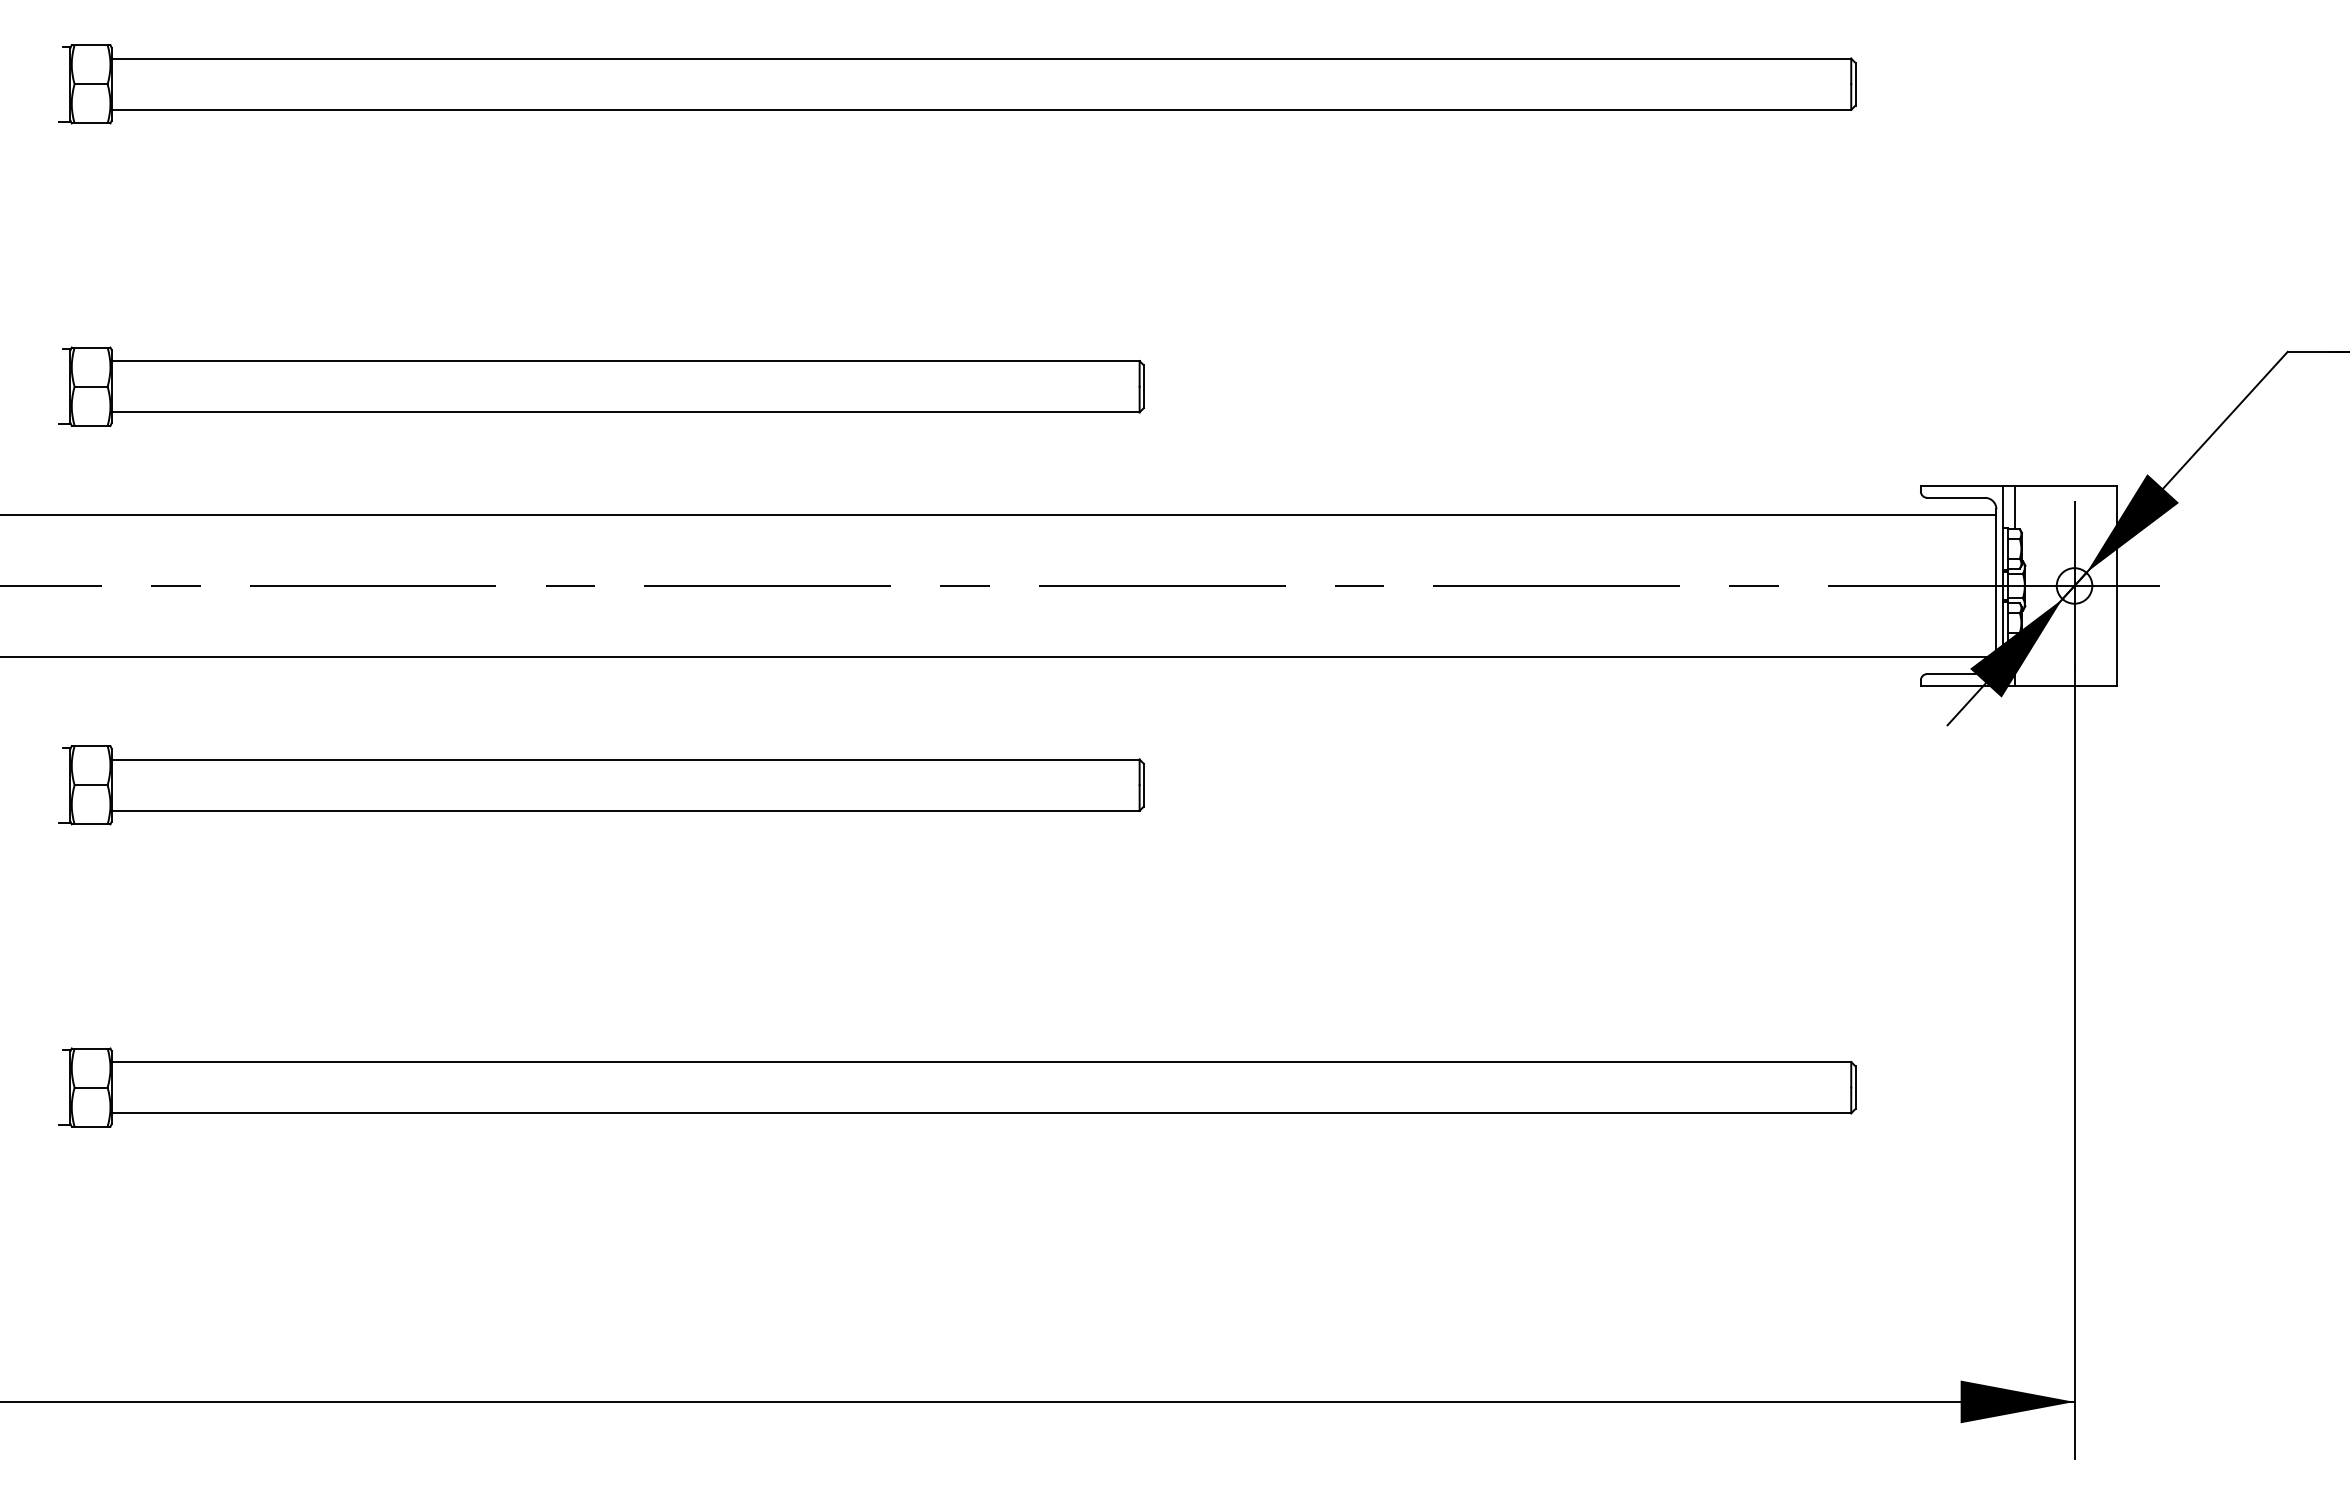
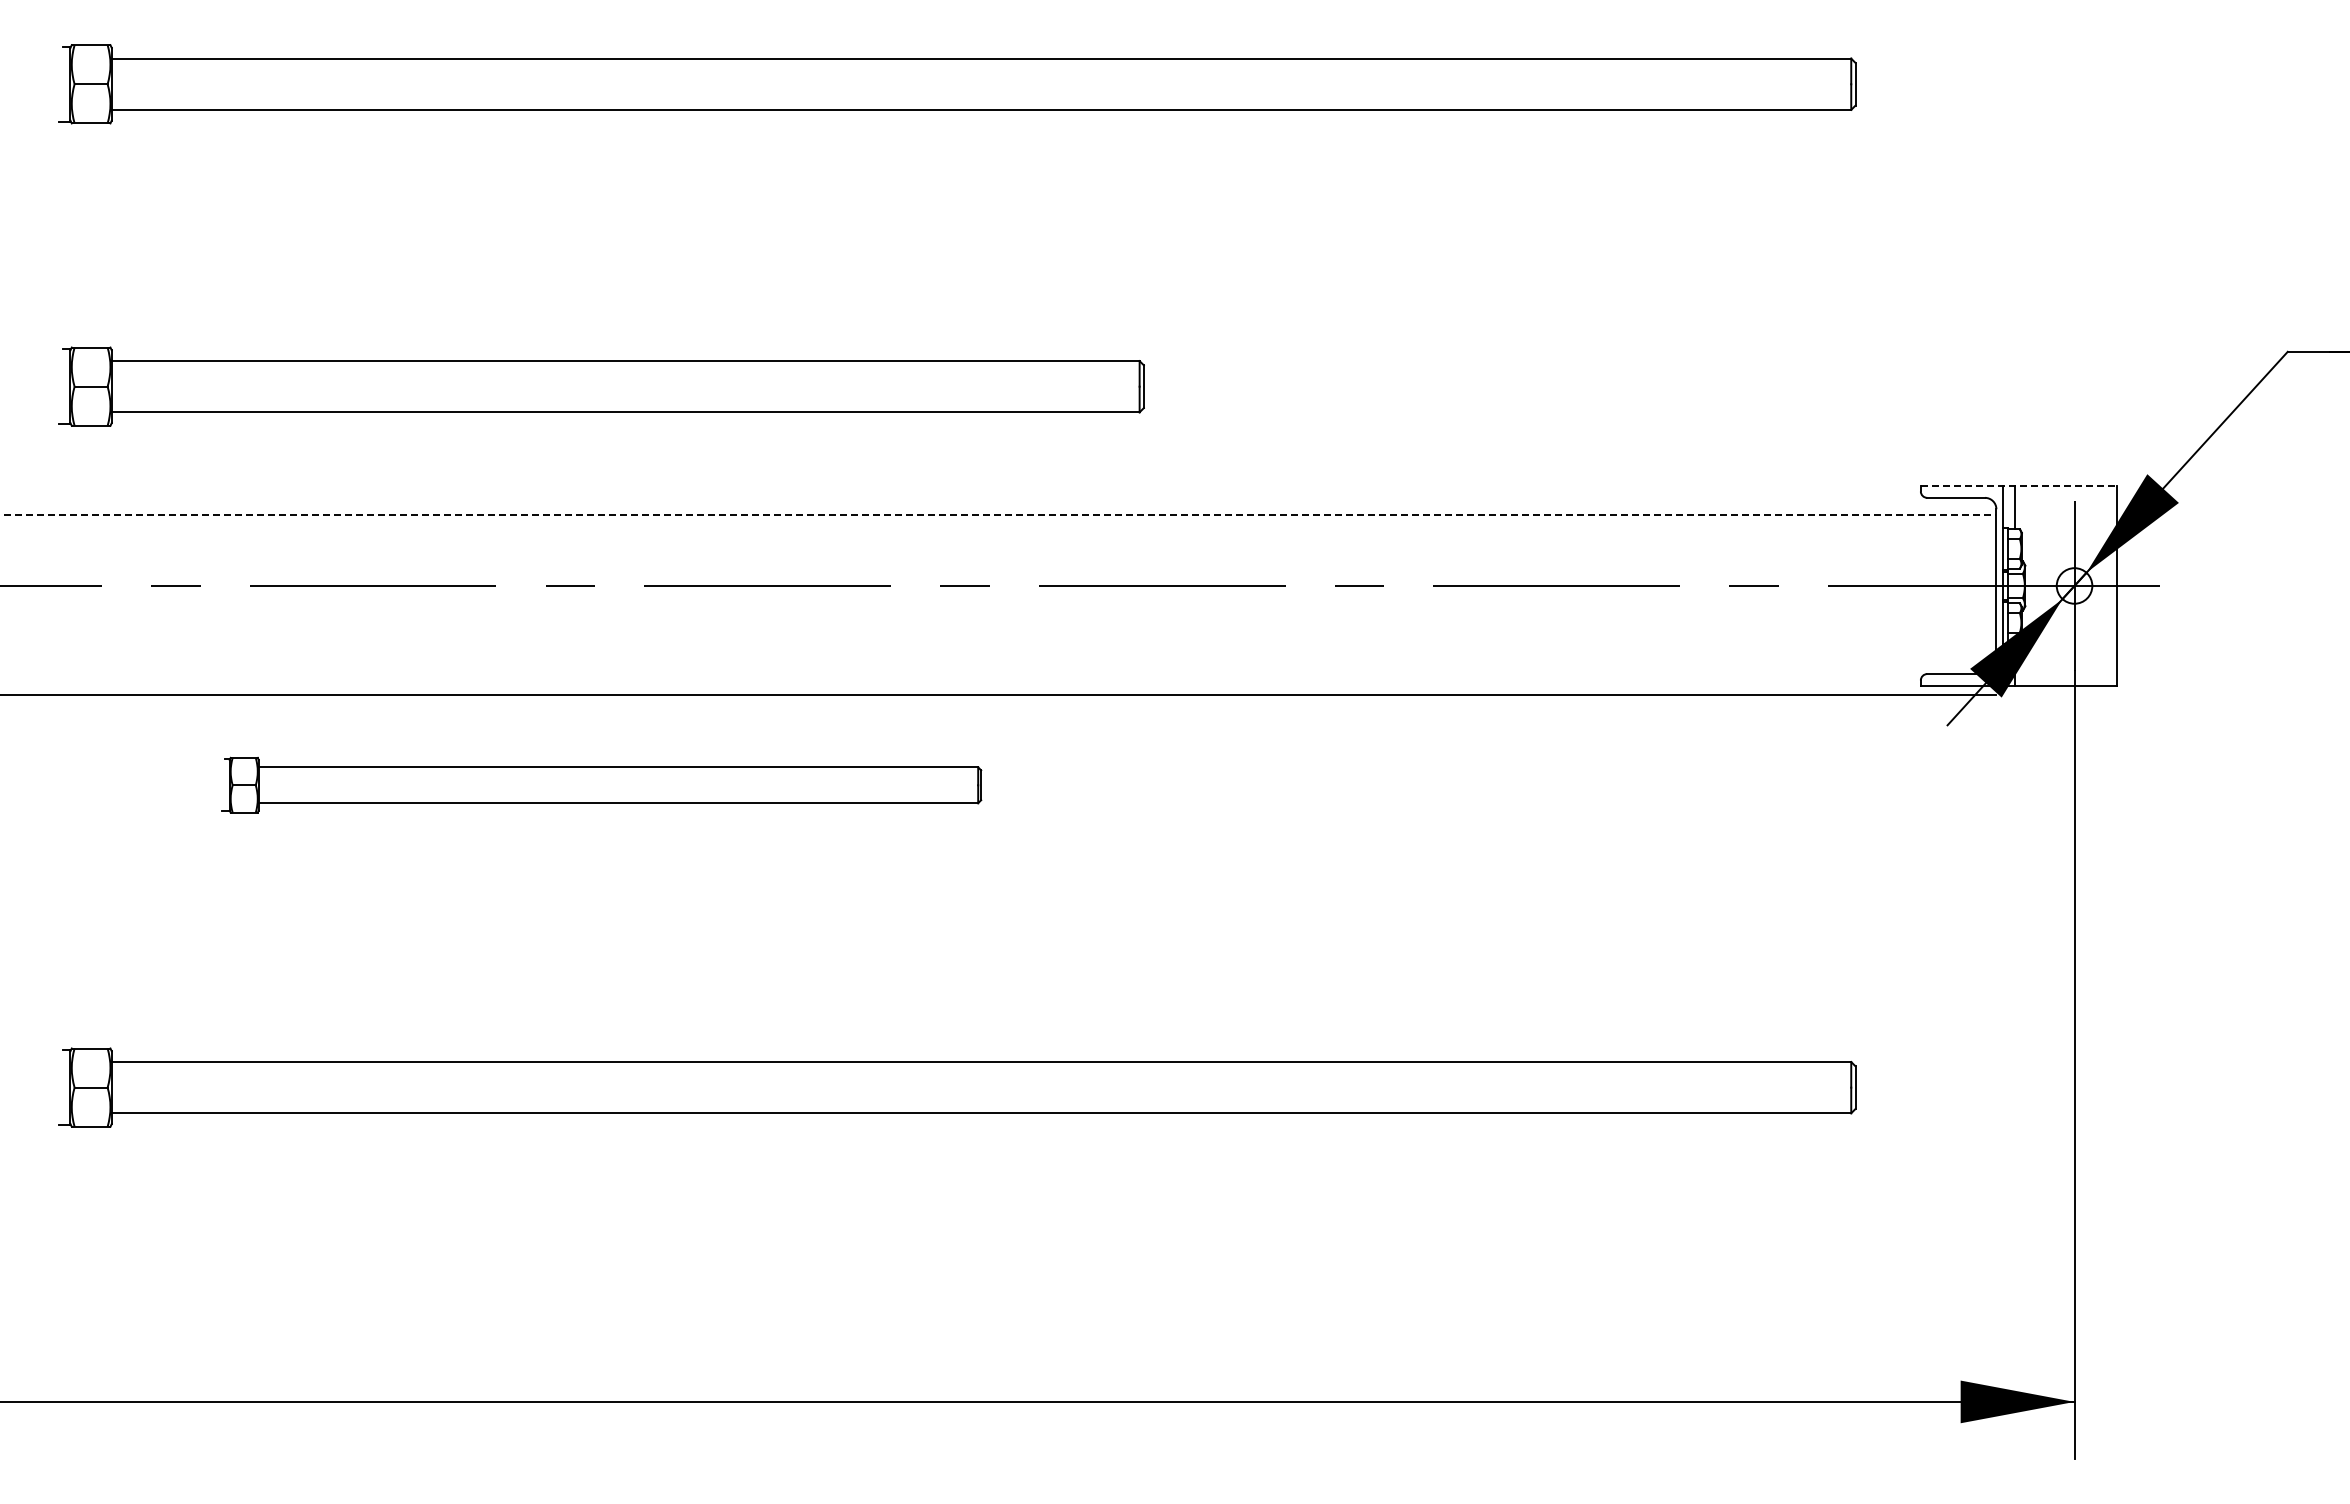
line at (2019, 486): solid -> dashed
line at (998, 514): solid -> dashed
line at (999, 657) position: (999, 657) -> (999, 695)
part at (601, 785) size: 1087x81 px -> 762x58 px
